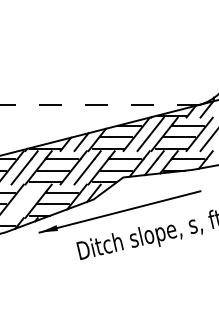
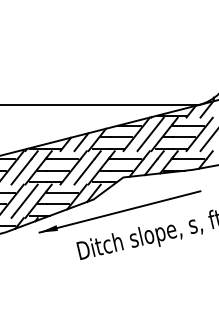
line at (99, 105): dashed -> solid
line at (24, 200): none -> present
